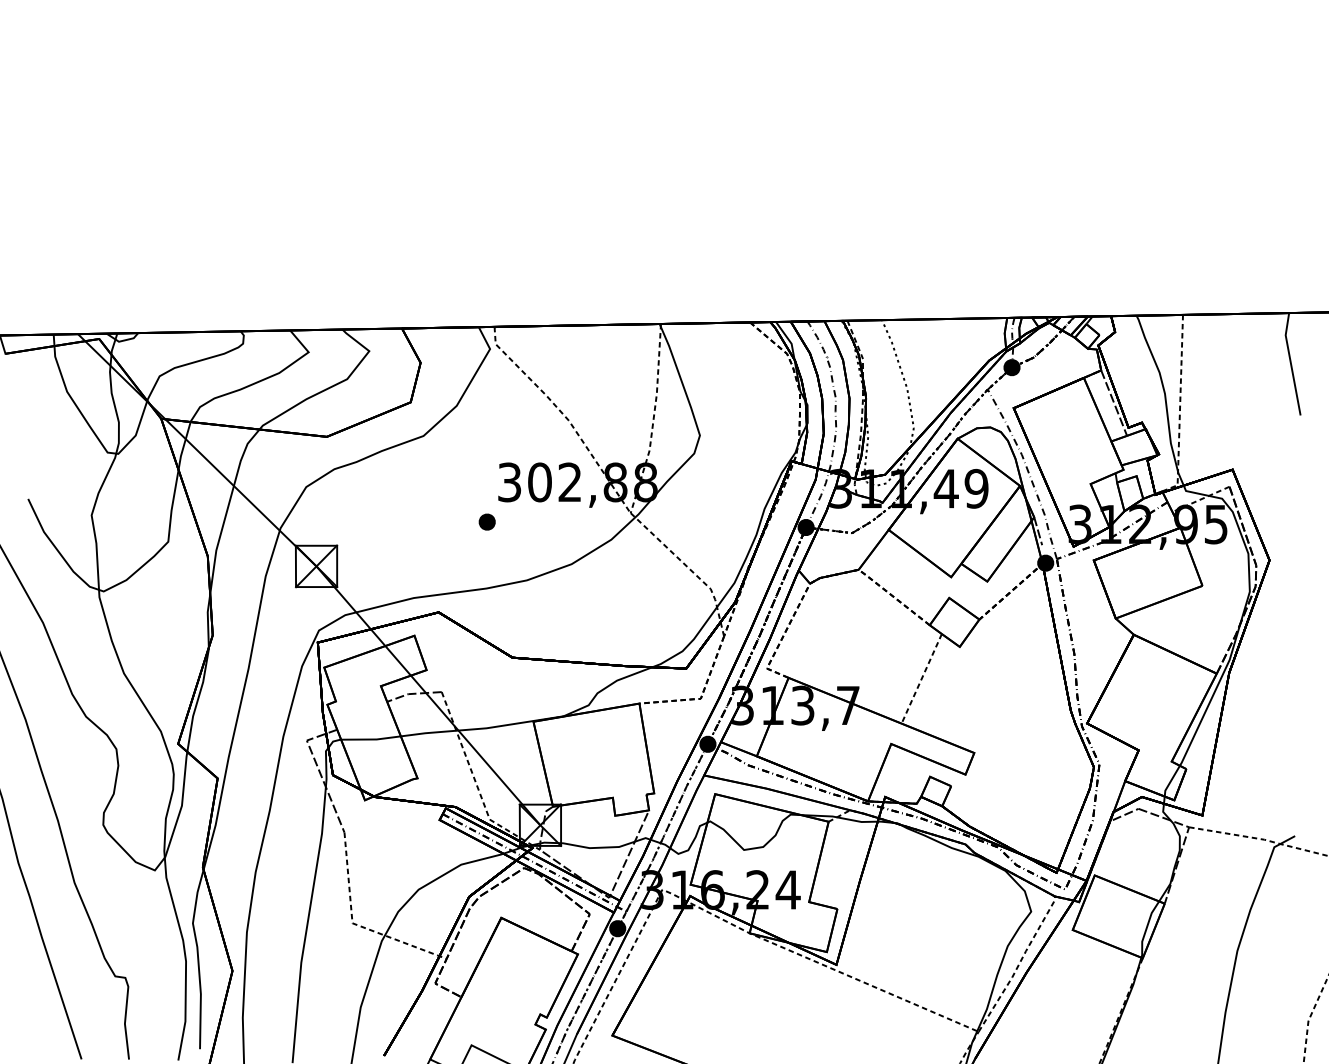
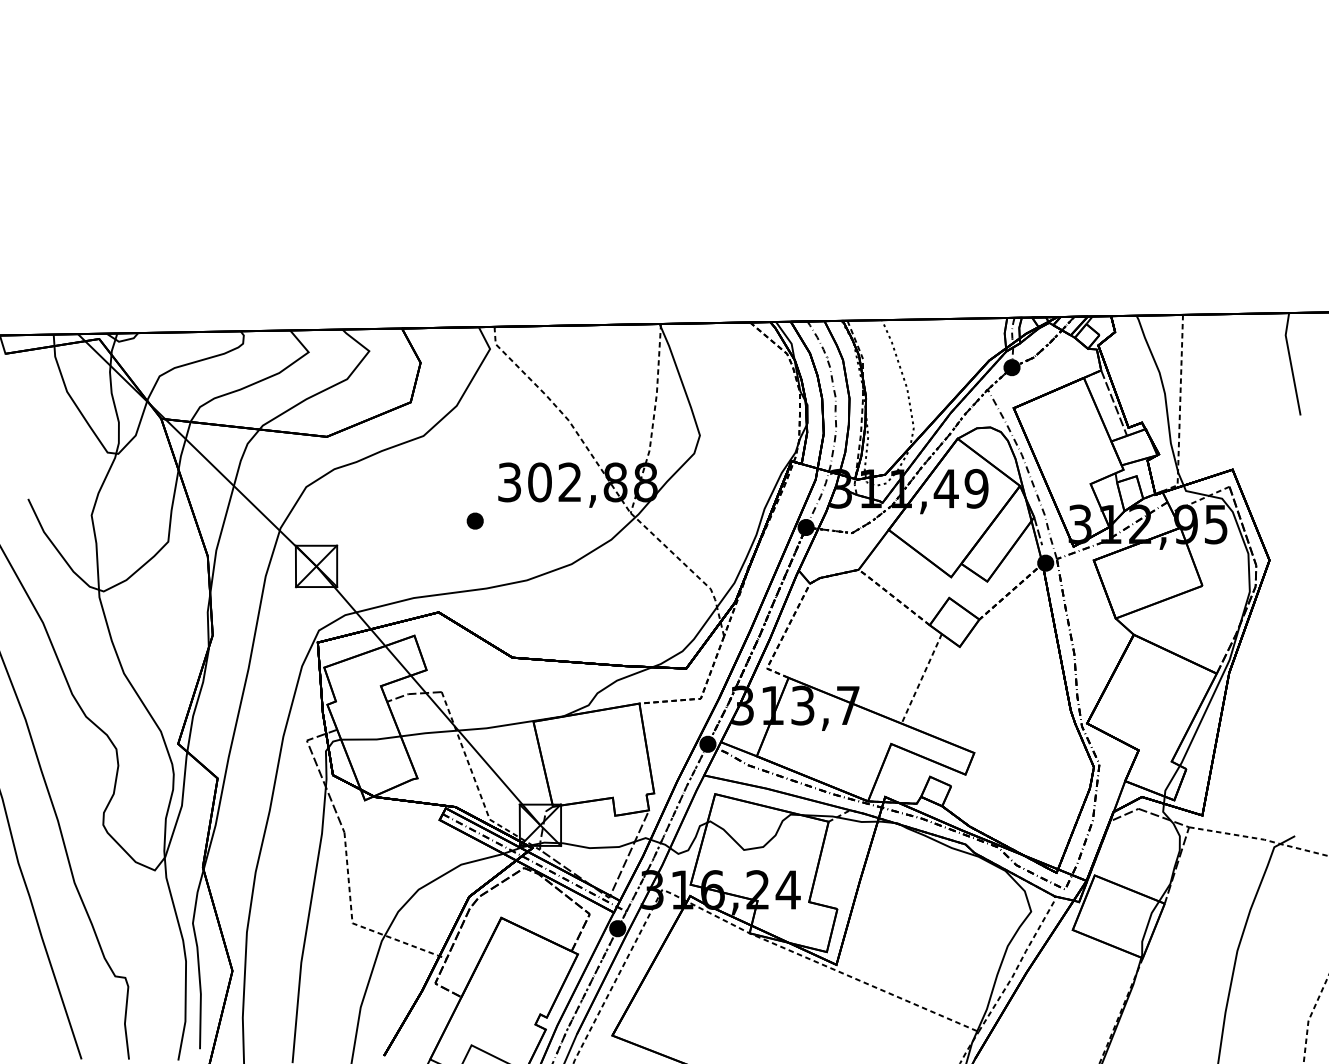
part at (486, 521) position: (486, 521) -> (474, 520)
